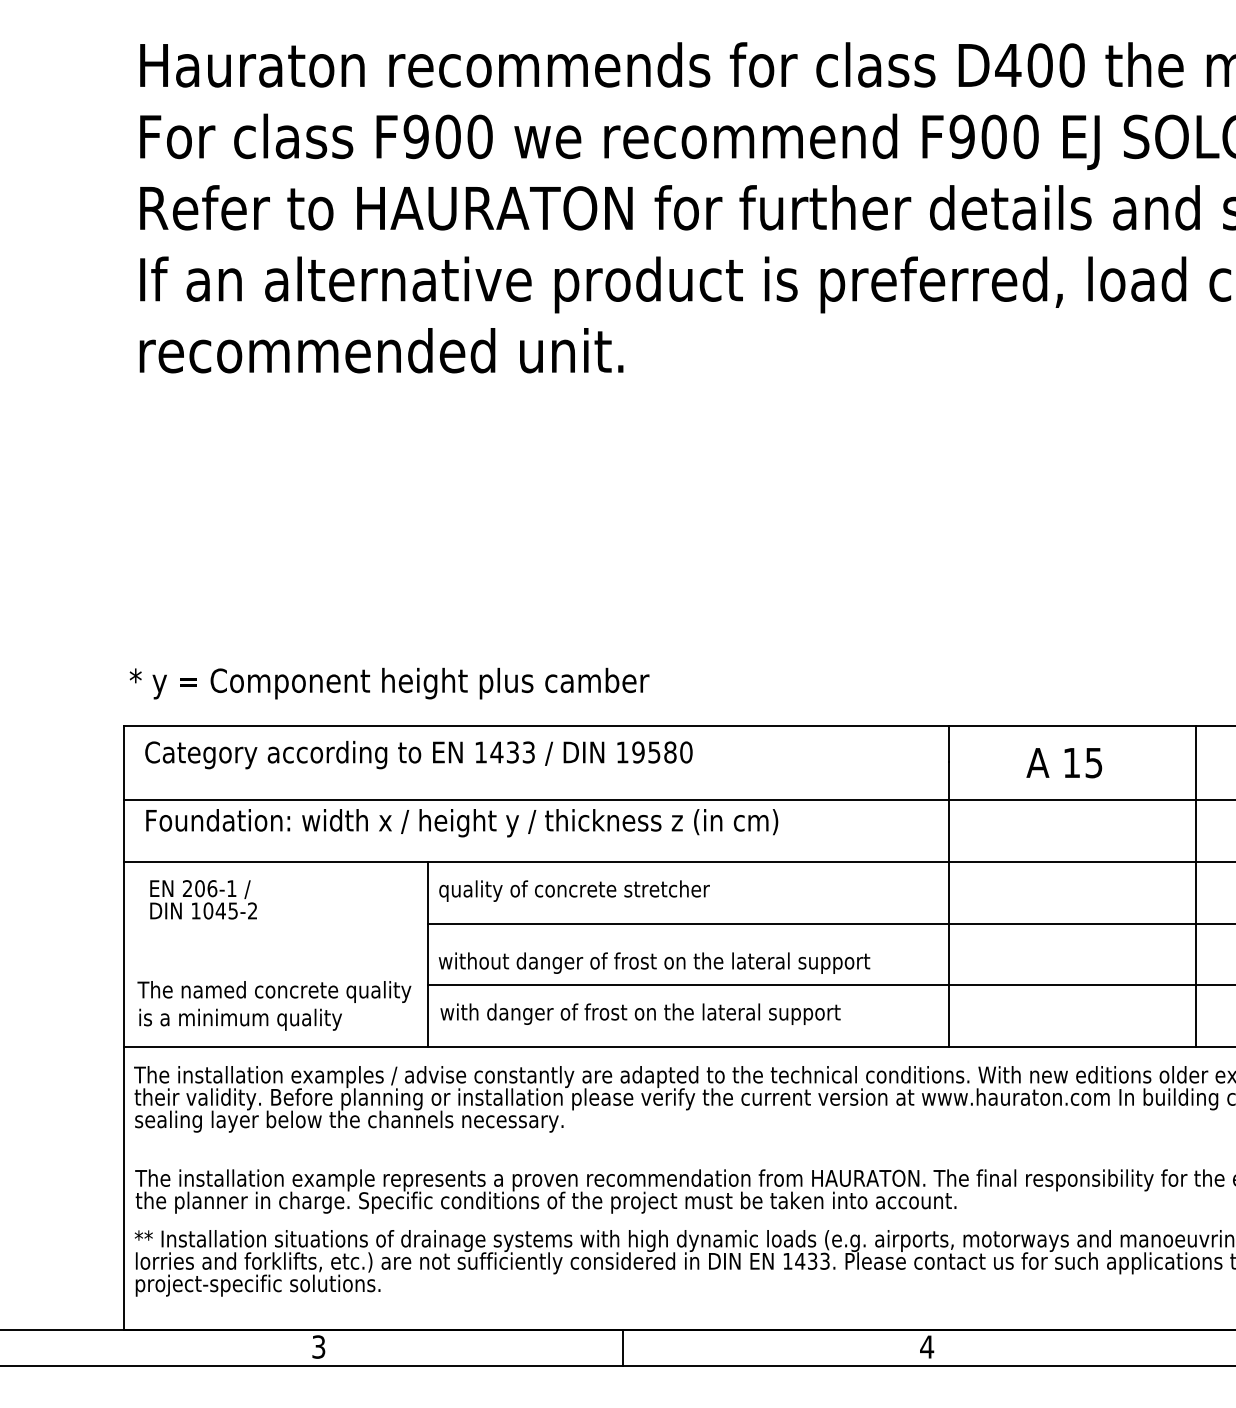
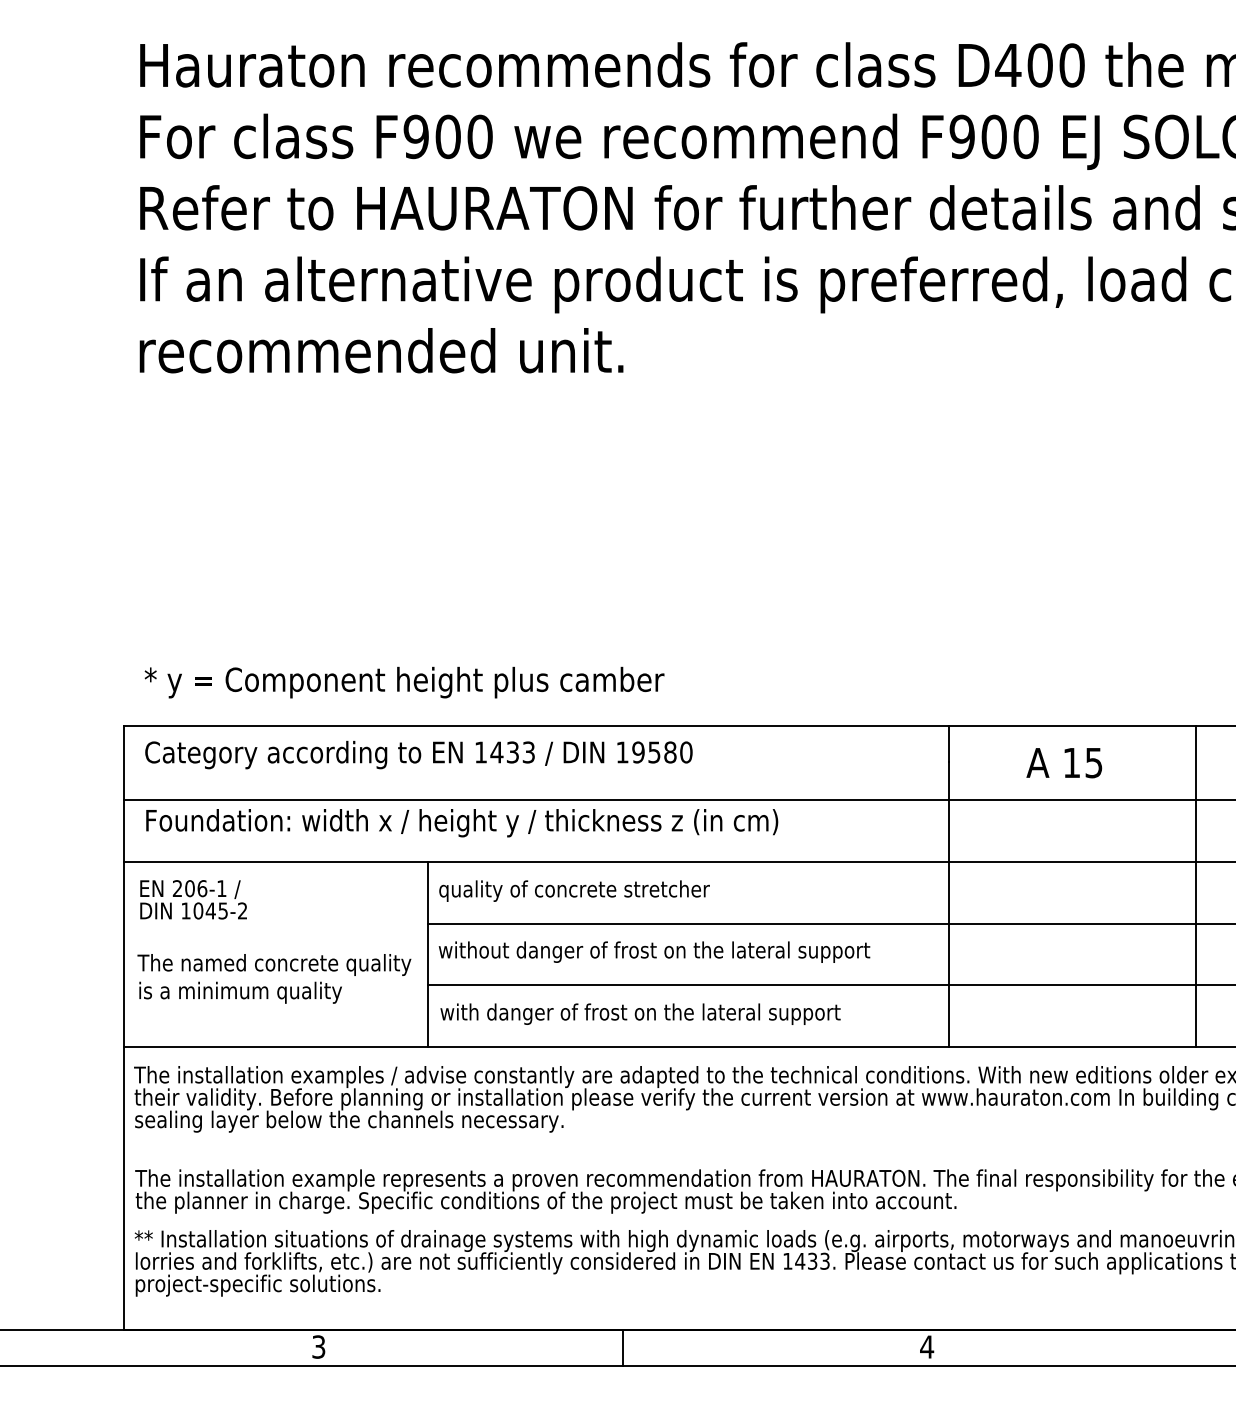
text at (389, 683) position: (389, 683) -> (404, 682)
text at (203, 899) position: (203, 899) -> (193, 899)
text at (654, 962) position: (654, 962) -> (654, 951)
text at (274, 1005) position: (274, 1005) -> (274, 978)
